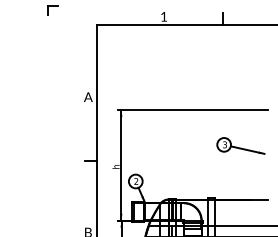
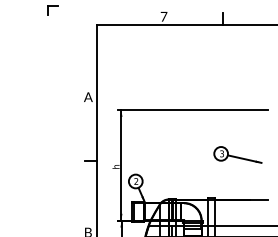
text at (163, 16): 1 -> 7
part at (240, 145) position: (240, 145) -> (237, 154)
